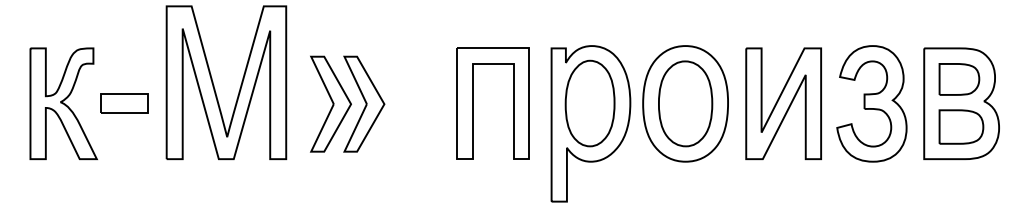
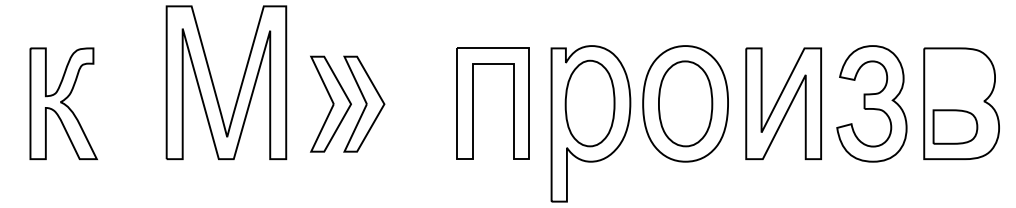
part at (959, 79): present -> none
part at (124, 103): present -> none
part at (961, 126) position: (961, 126) -> (955, 126)
